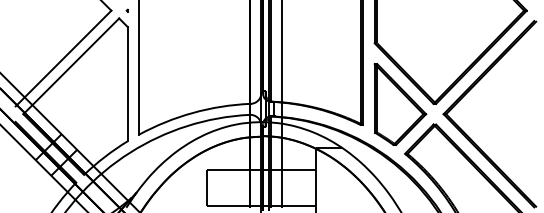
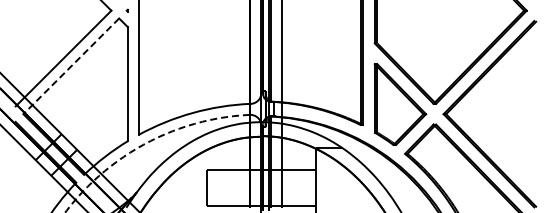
line at (71, 66): solid -> dashed
arc at (146, 143): solid -> dashed
